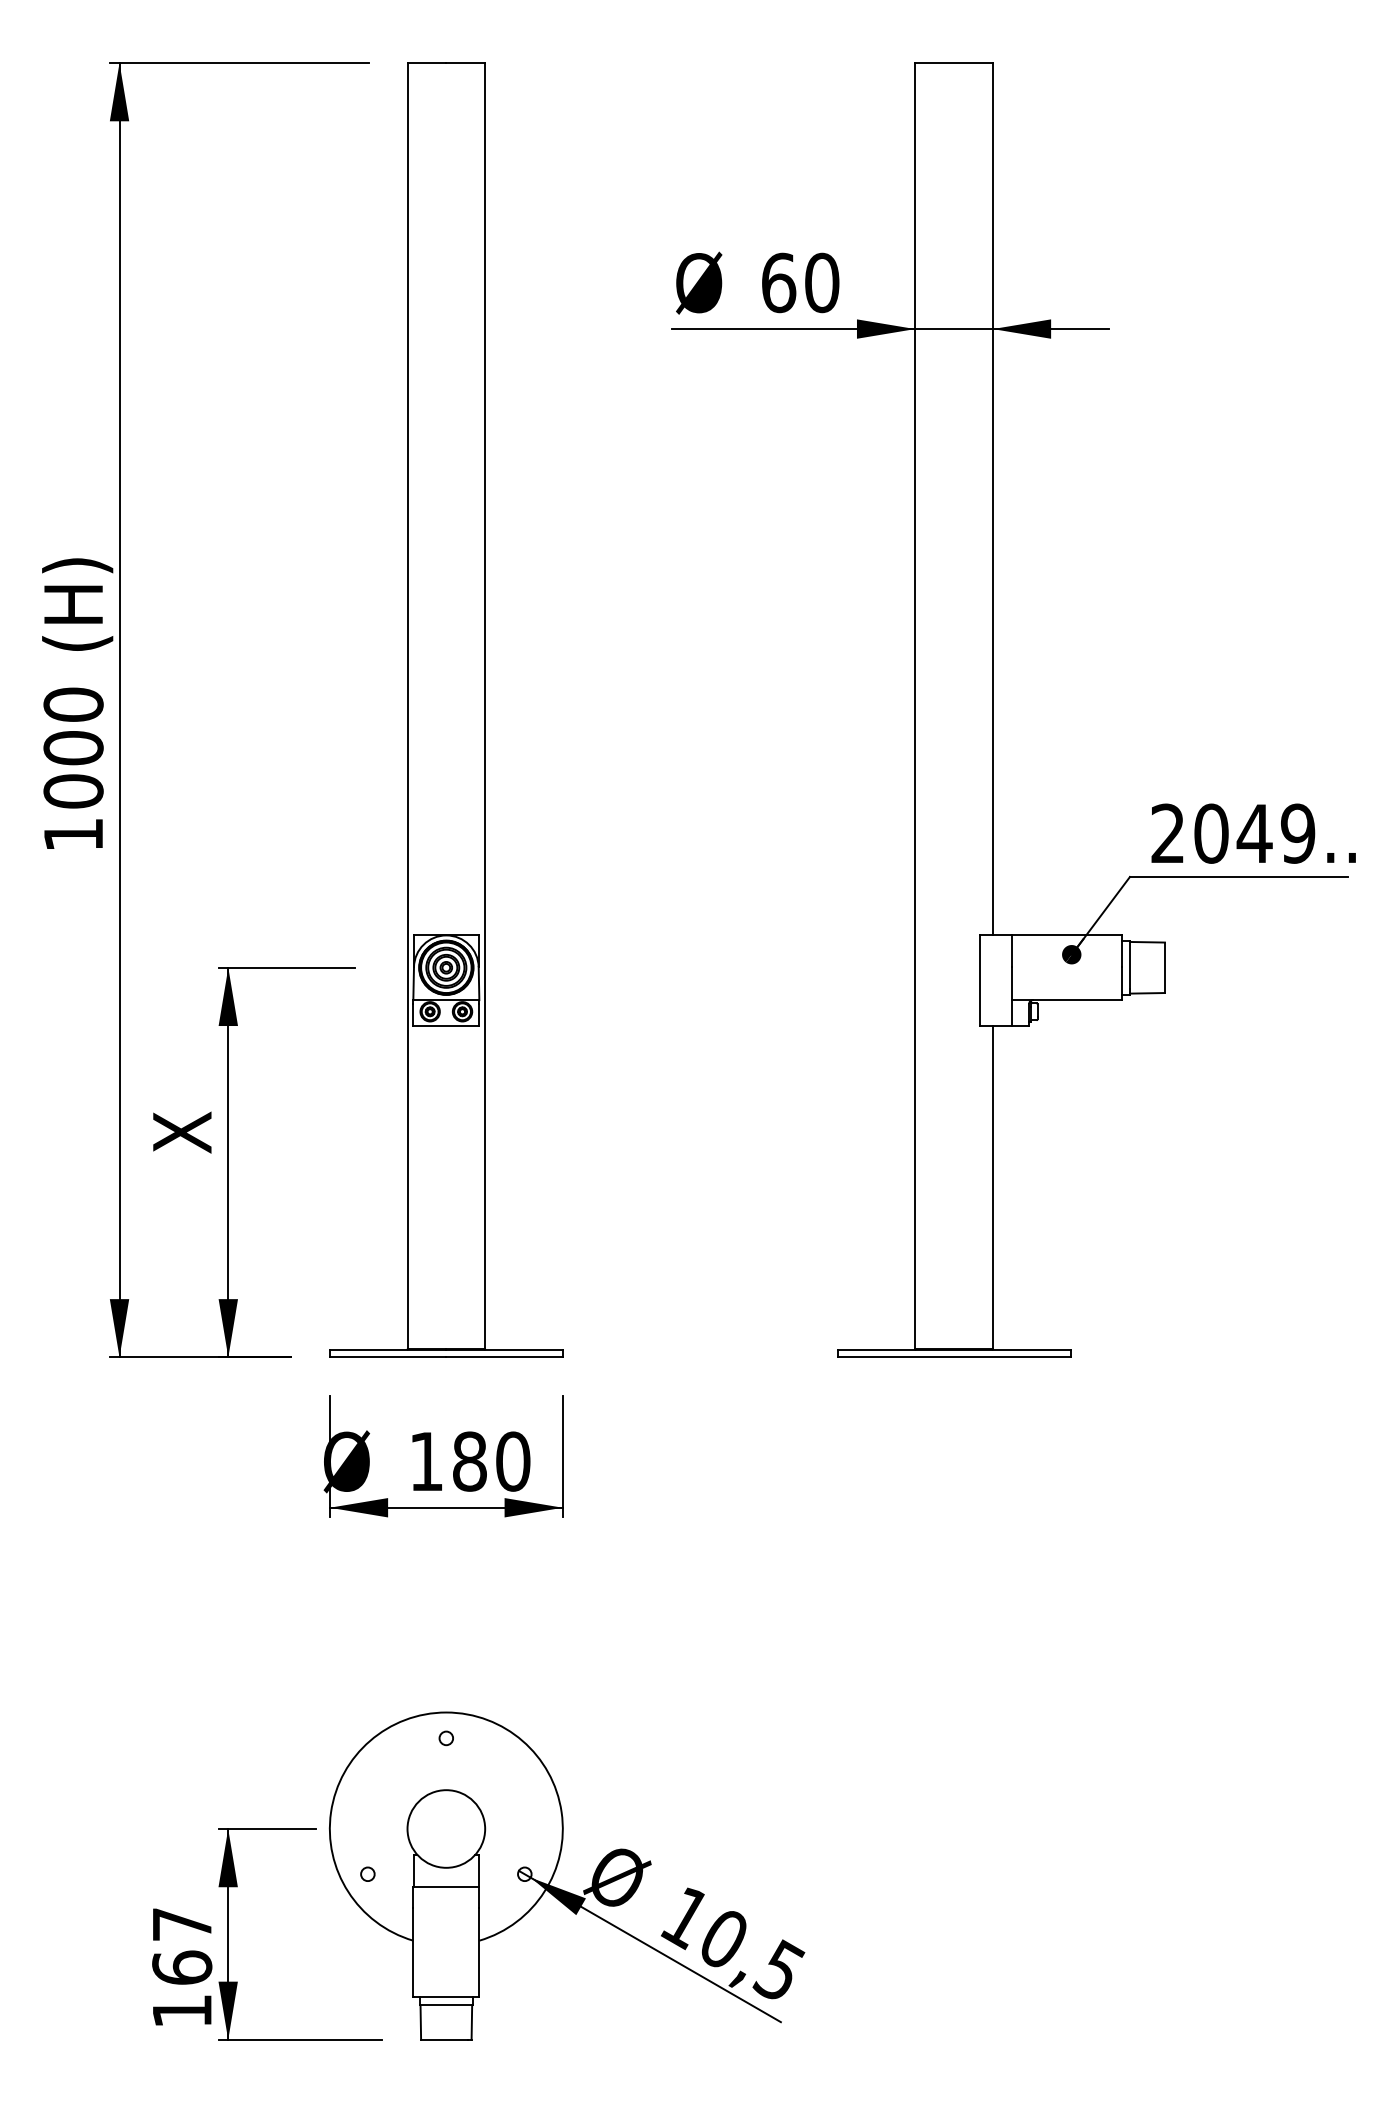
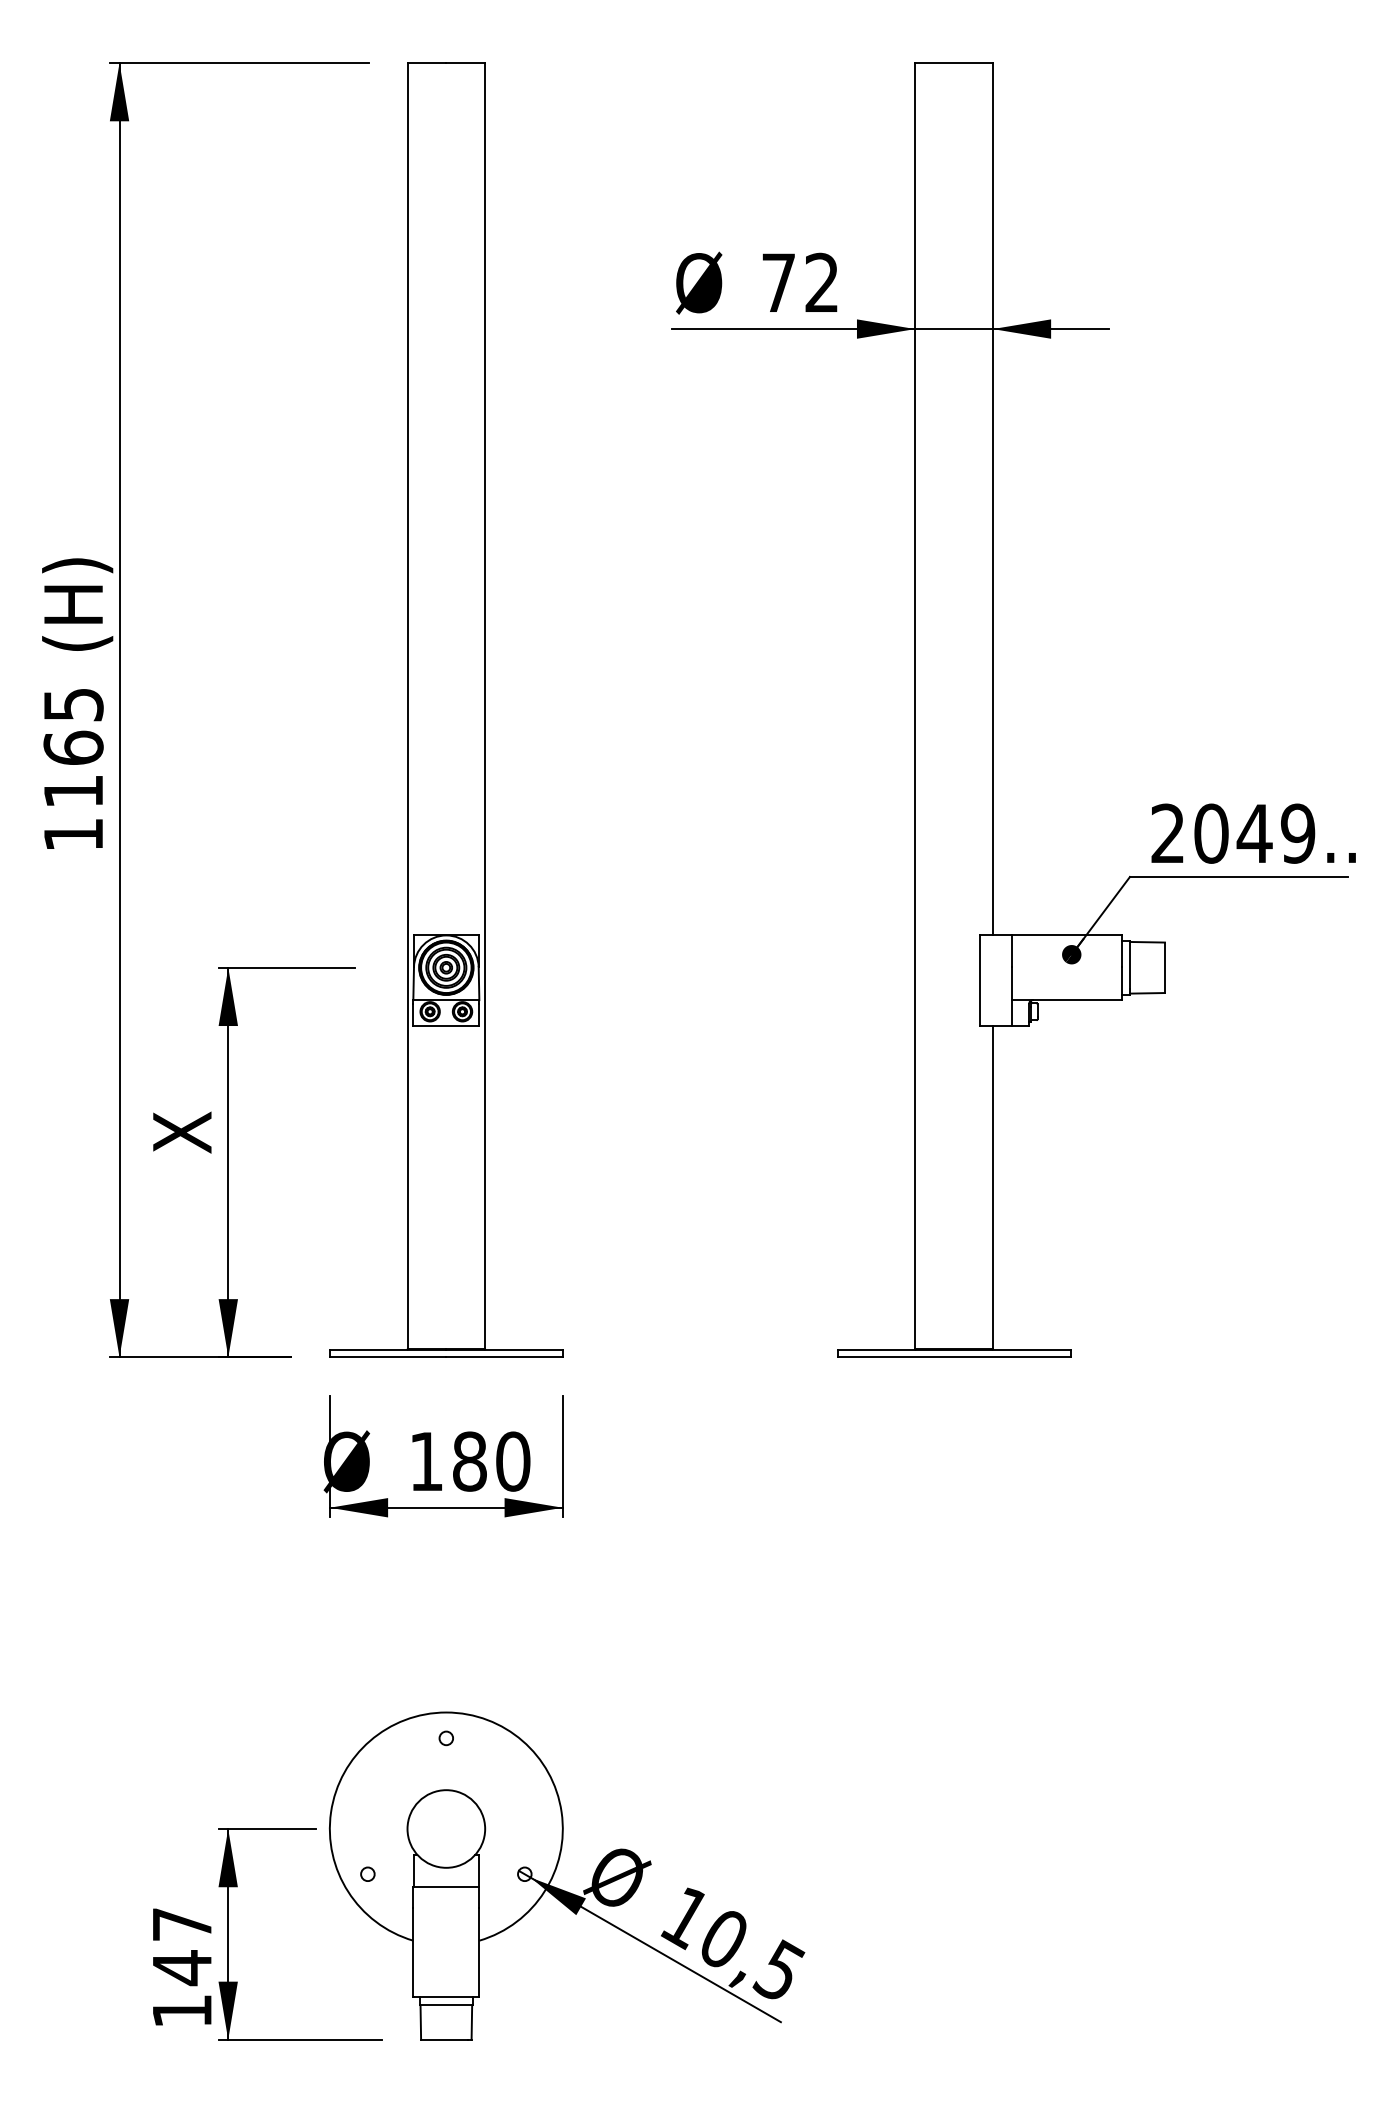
text at (800, 282): 60 -> 72
text at (73, 747): 1000 -> 1165
text at (182, 1968): 167 -> 147
